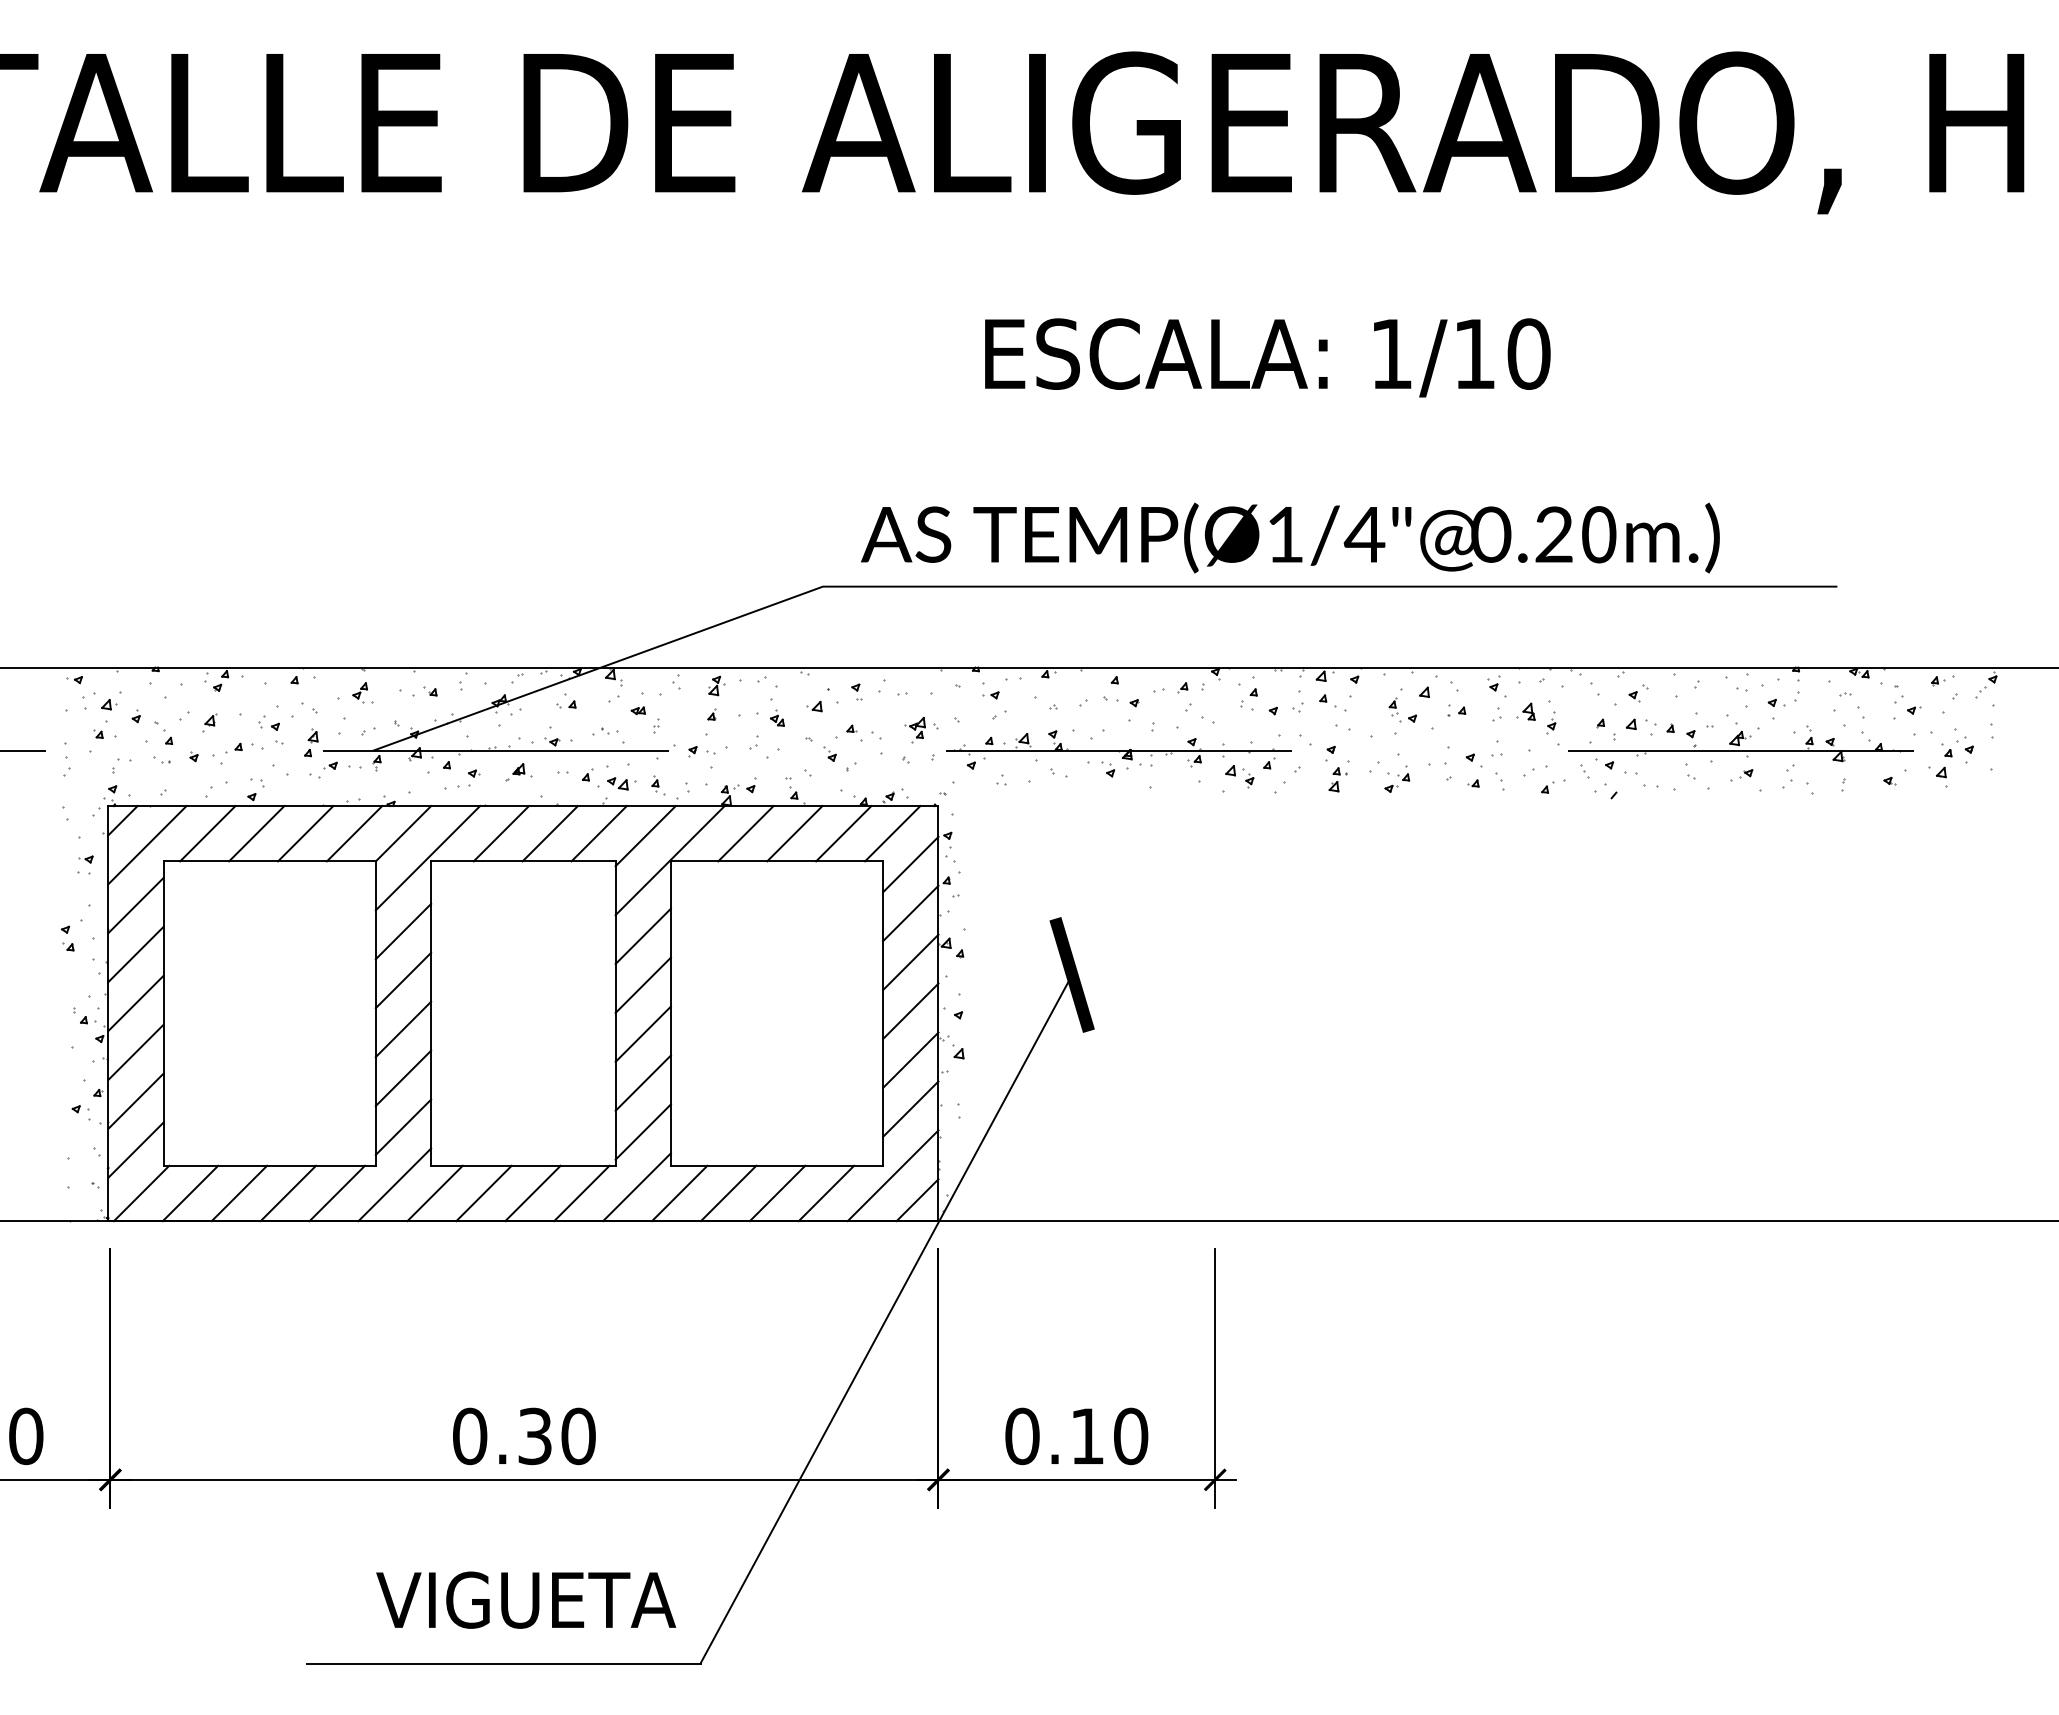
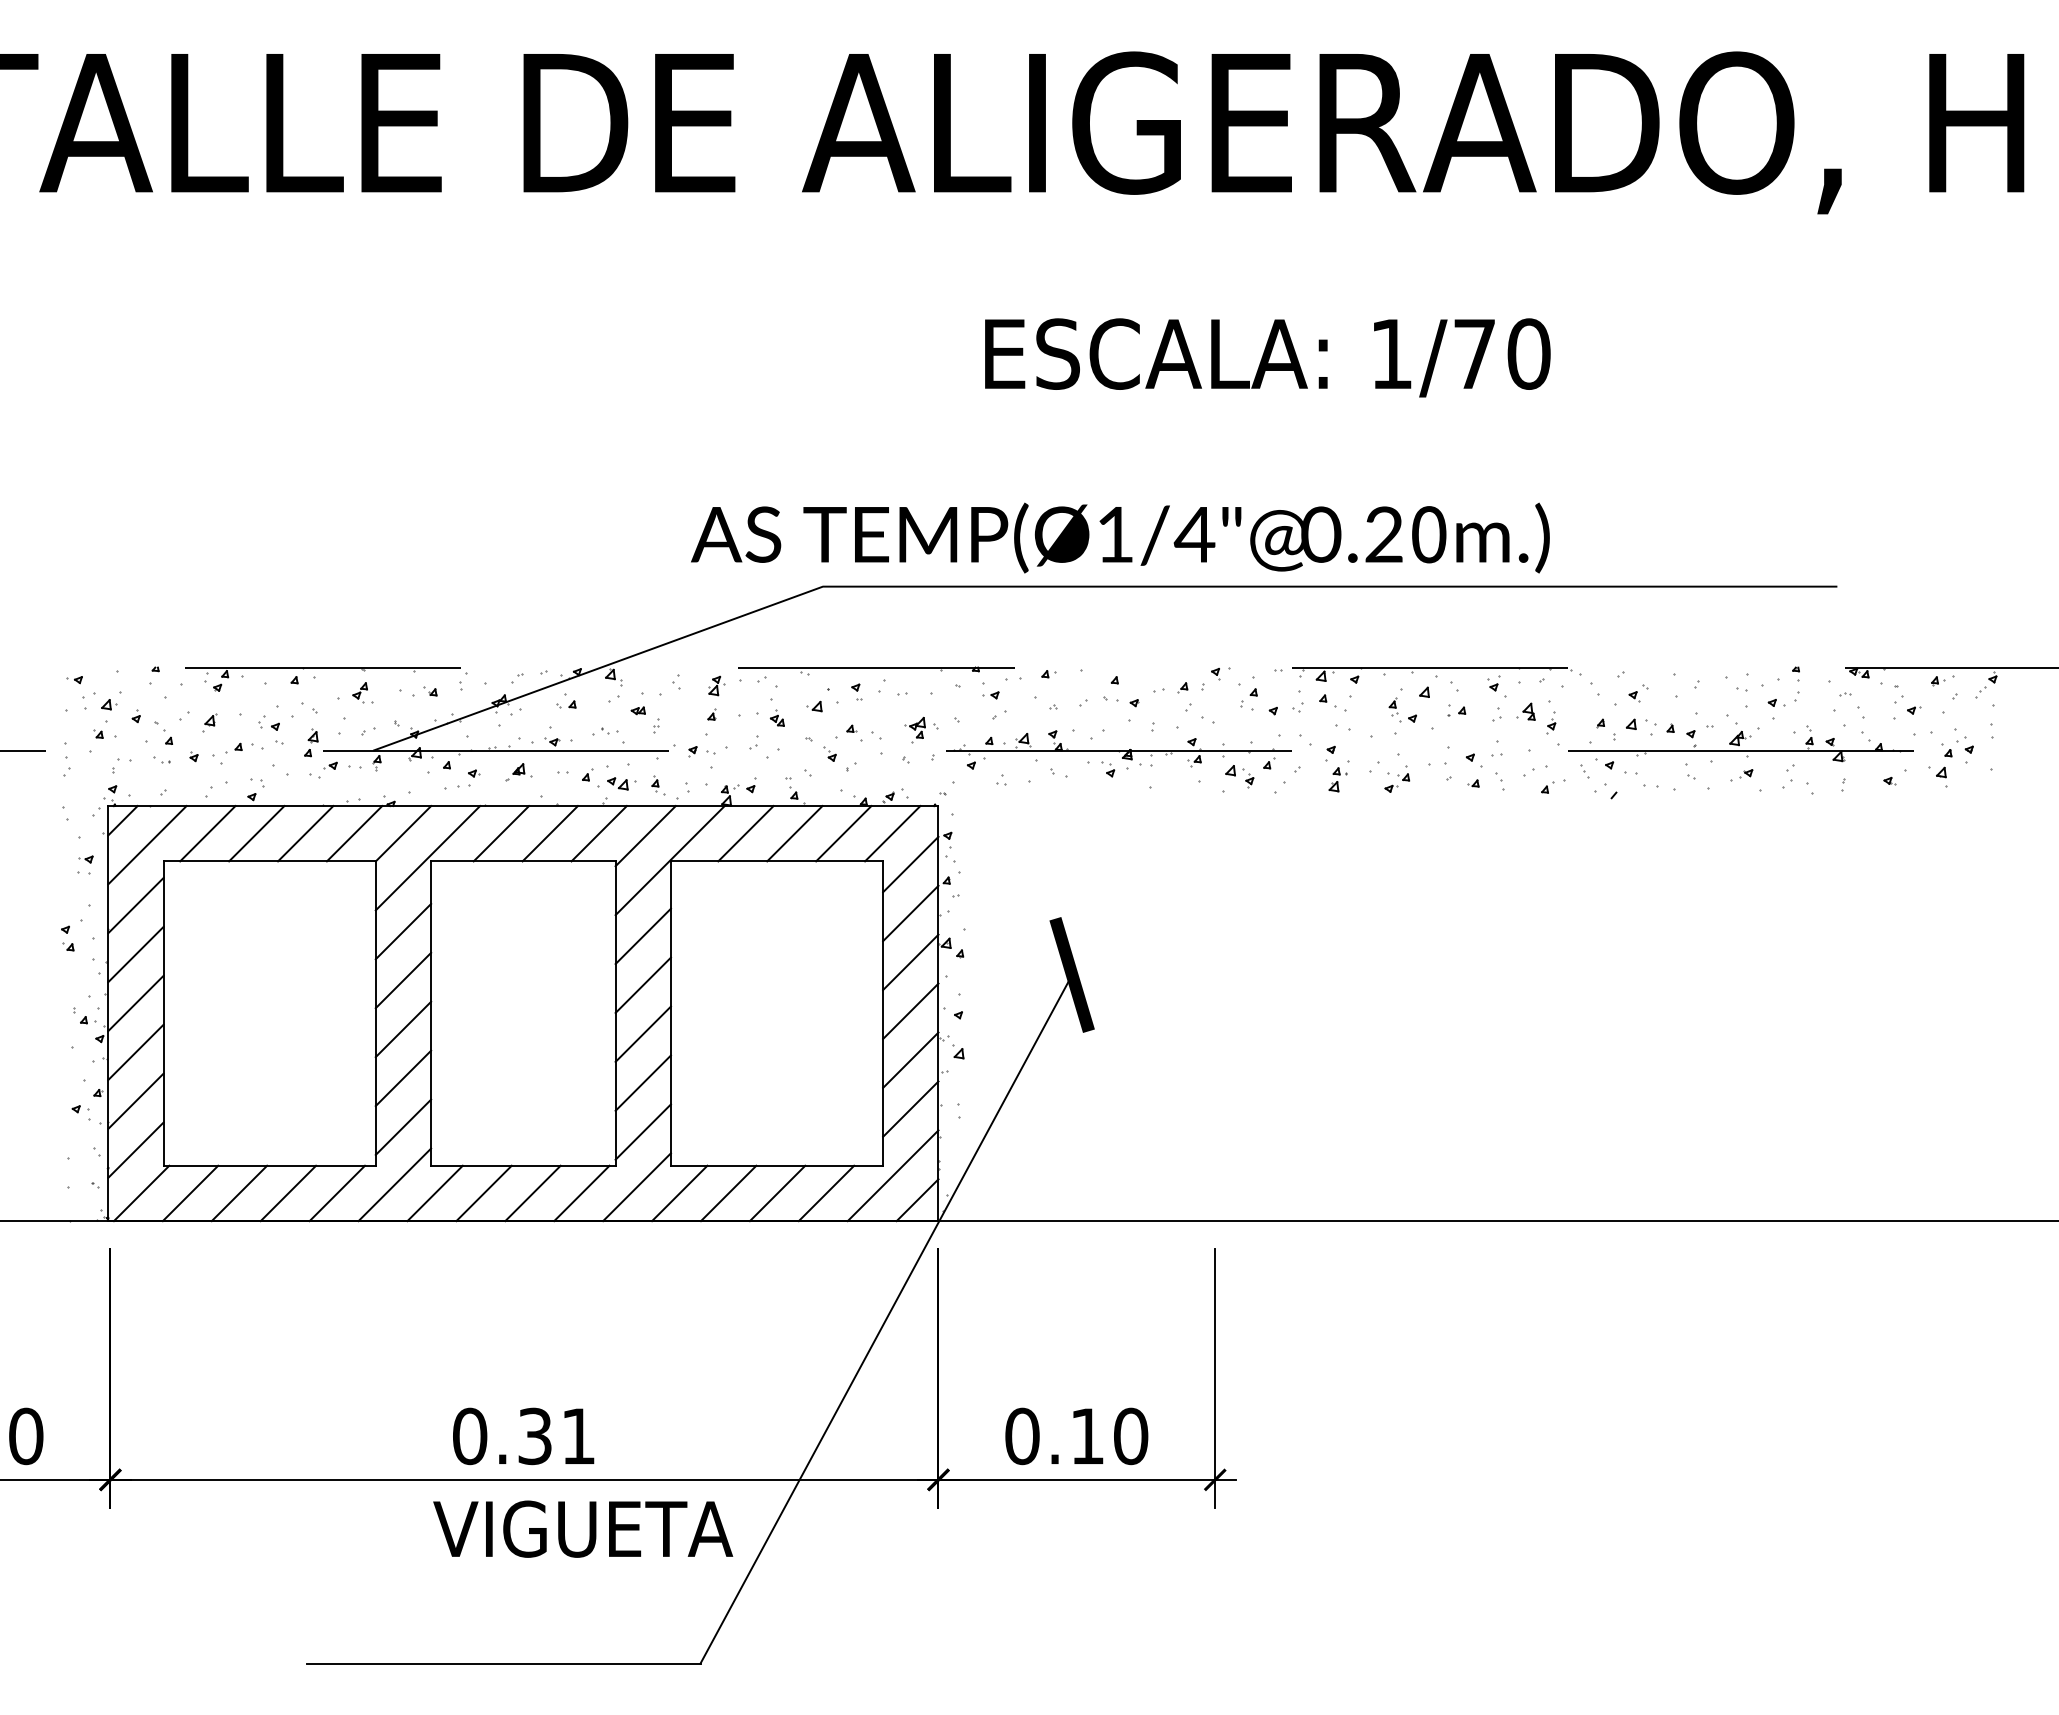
text at (1474, 353): 1/10 -> 1/70
text at (1290, 537) position: (1290, 537) -> (1120, 537)
line at (1029, 667): solid -> dashed
text at (578, 1436): 0.30 -> 0.31
text at (526, 1599) position: (526, 1599) -> (583, 1528)
